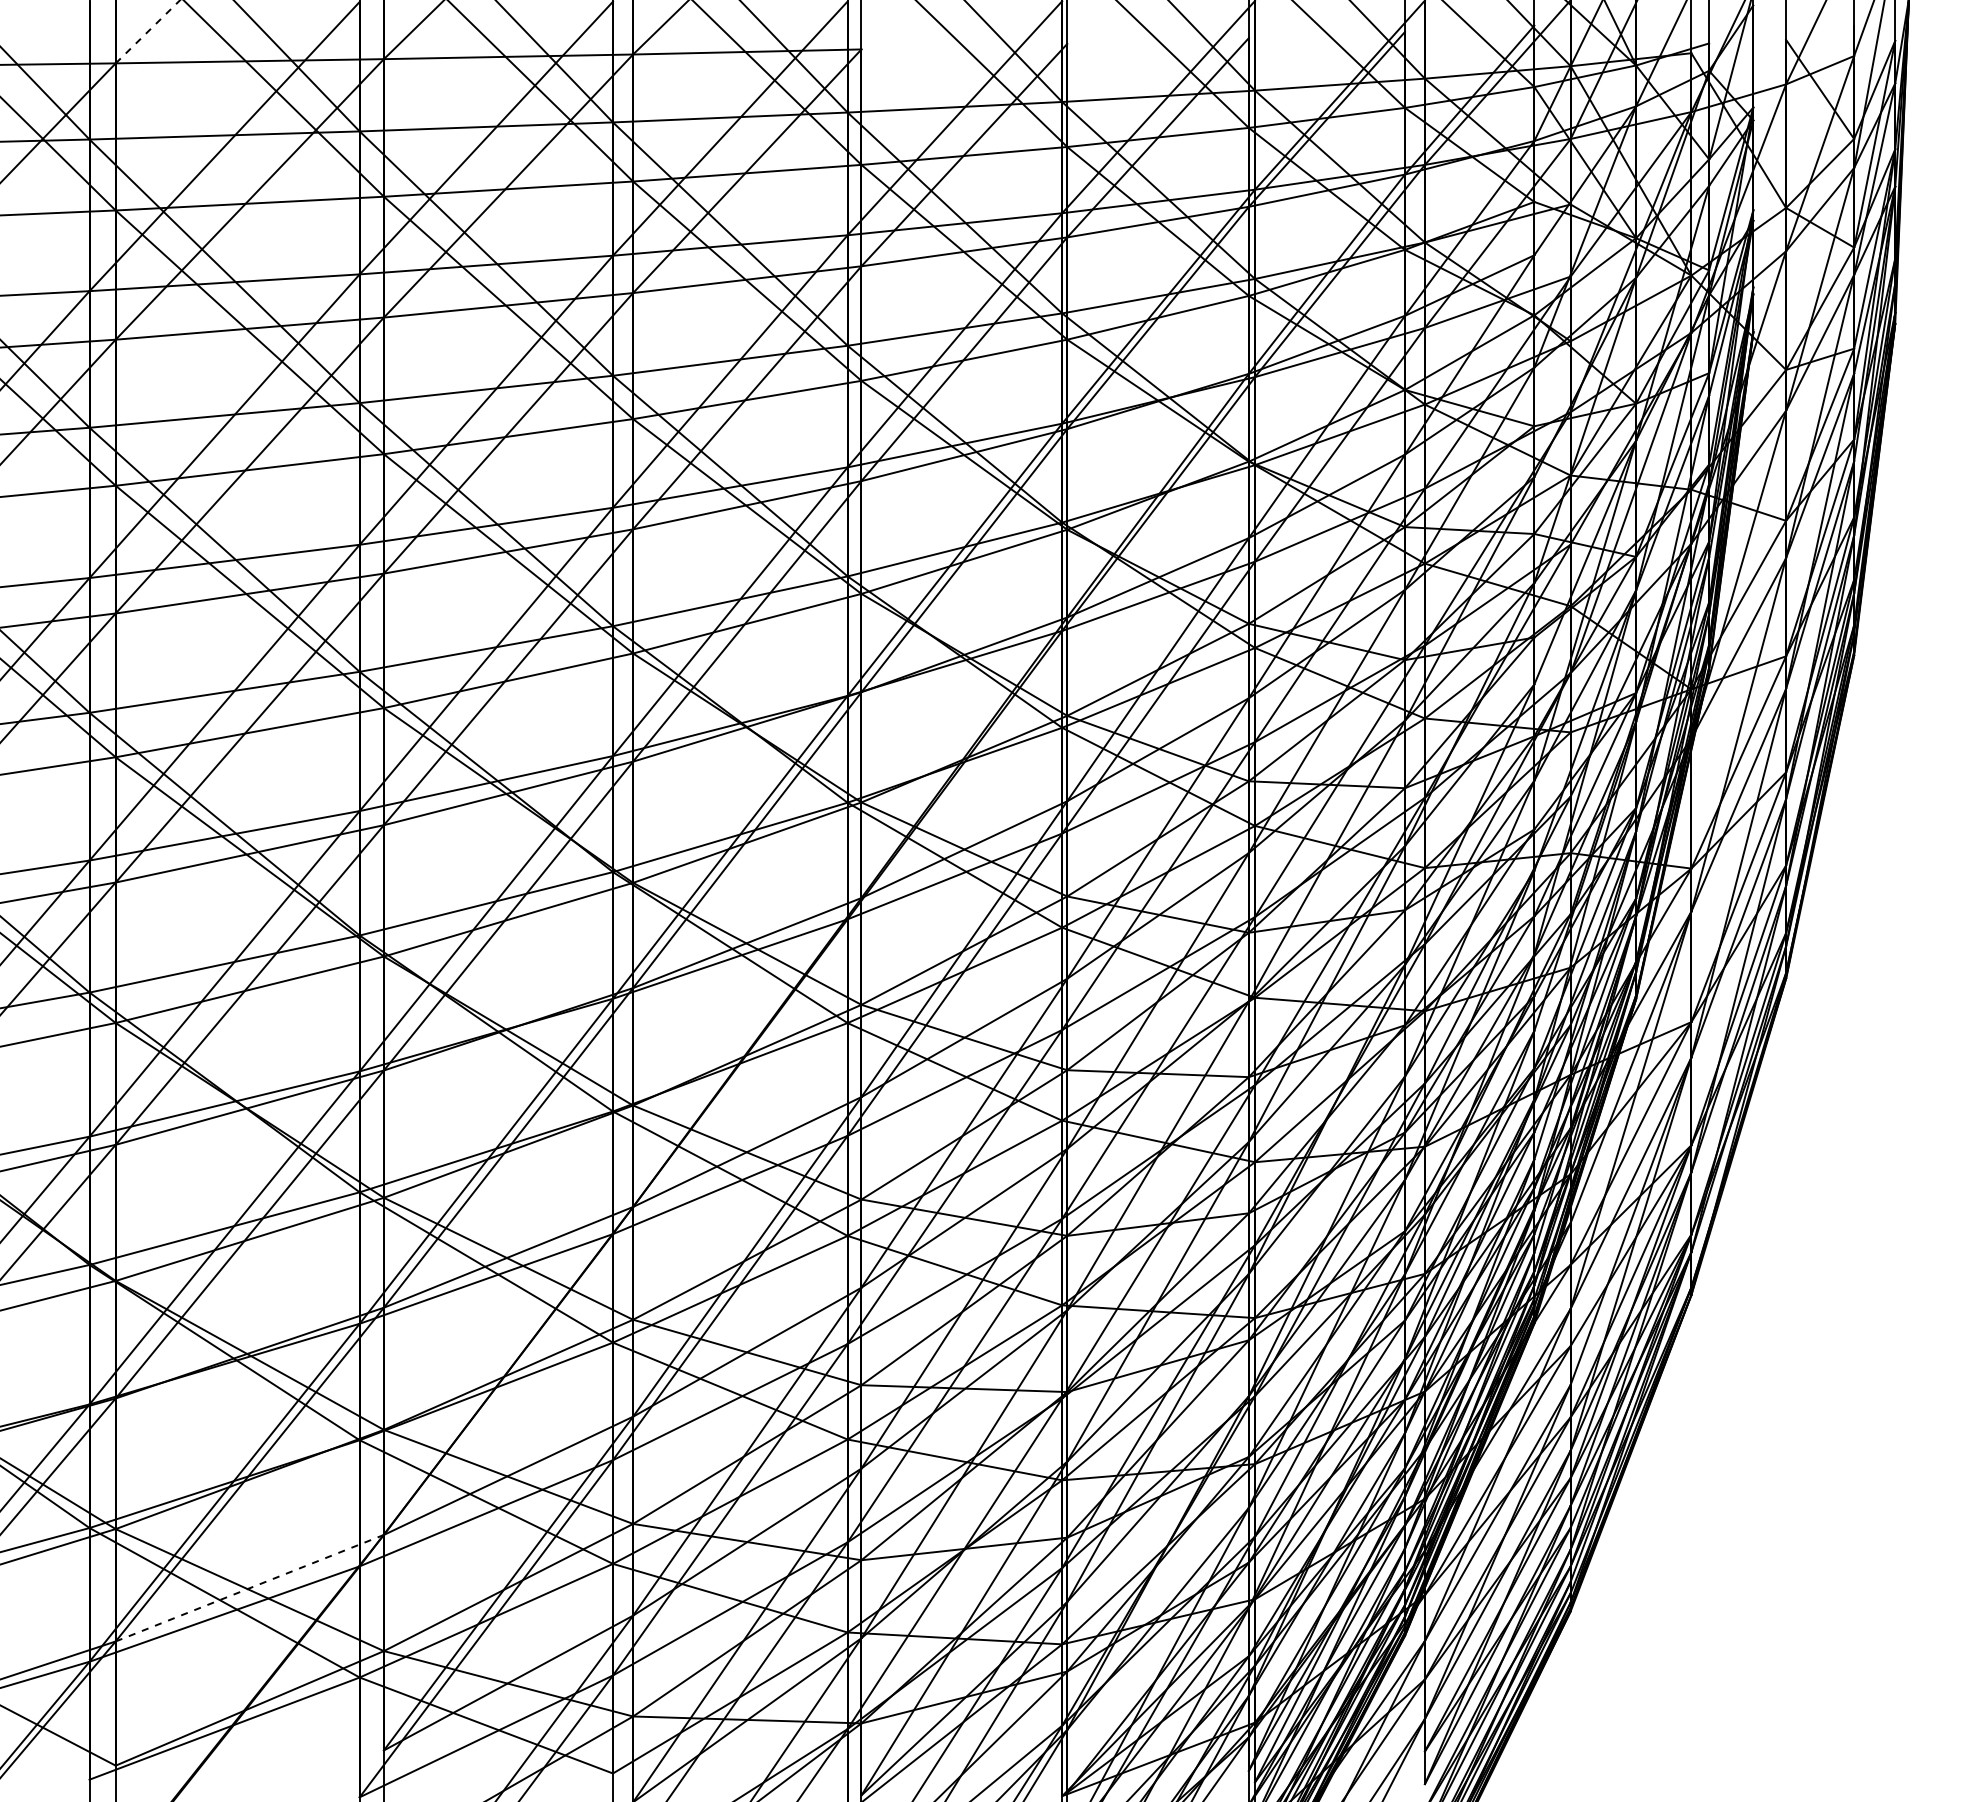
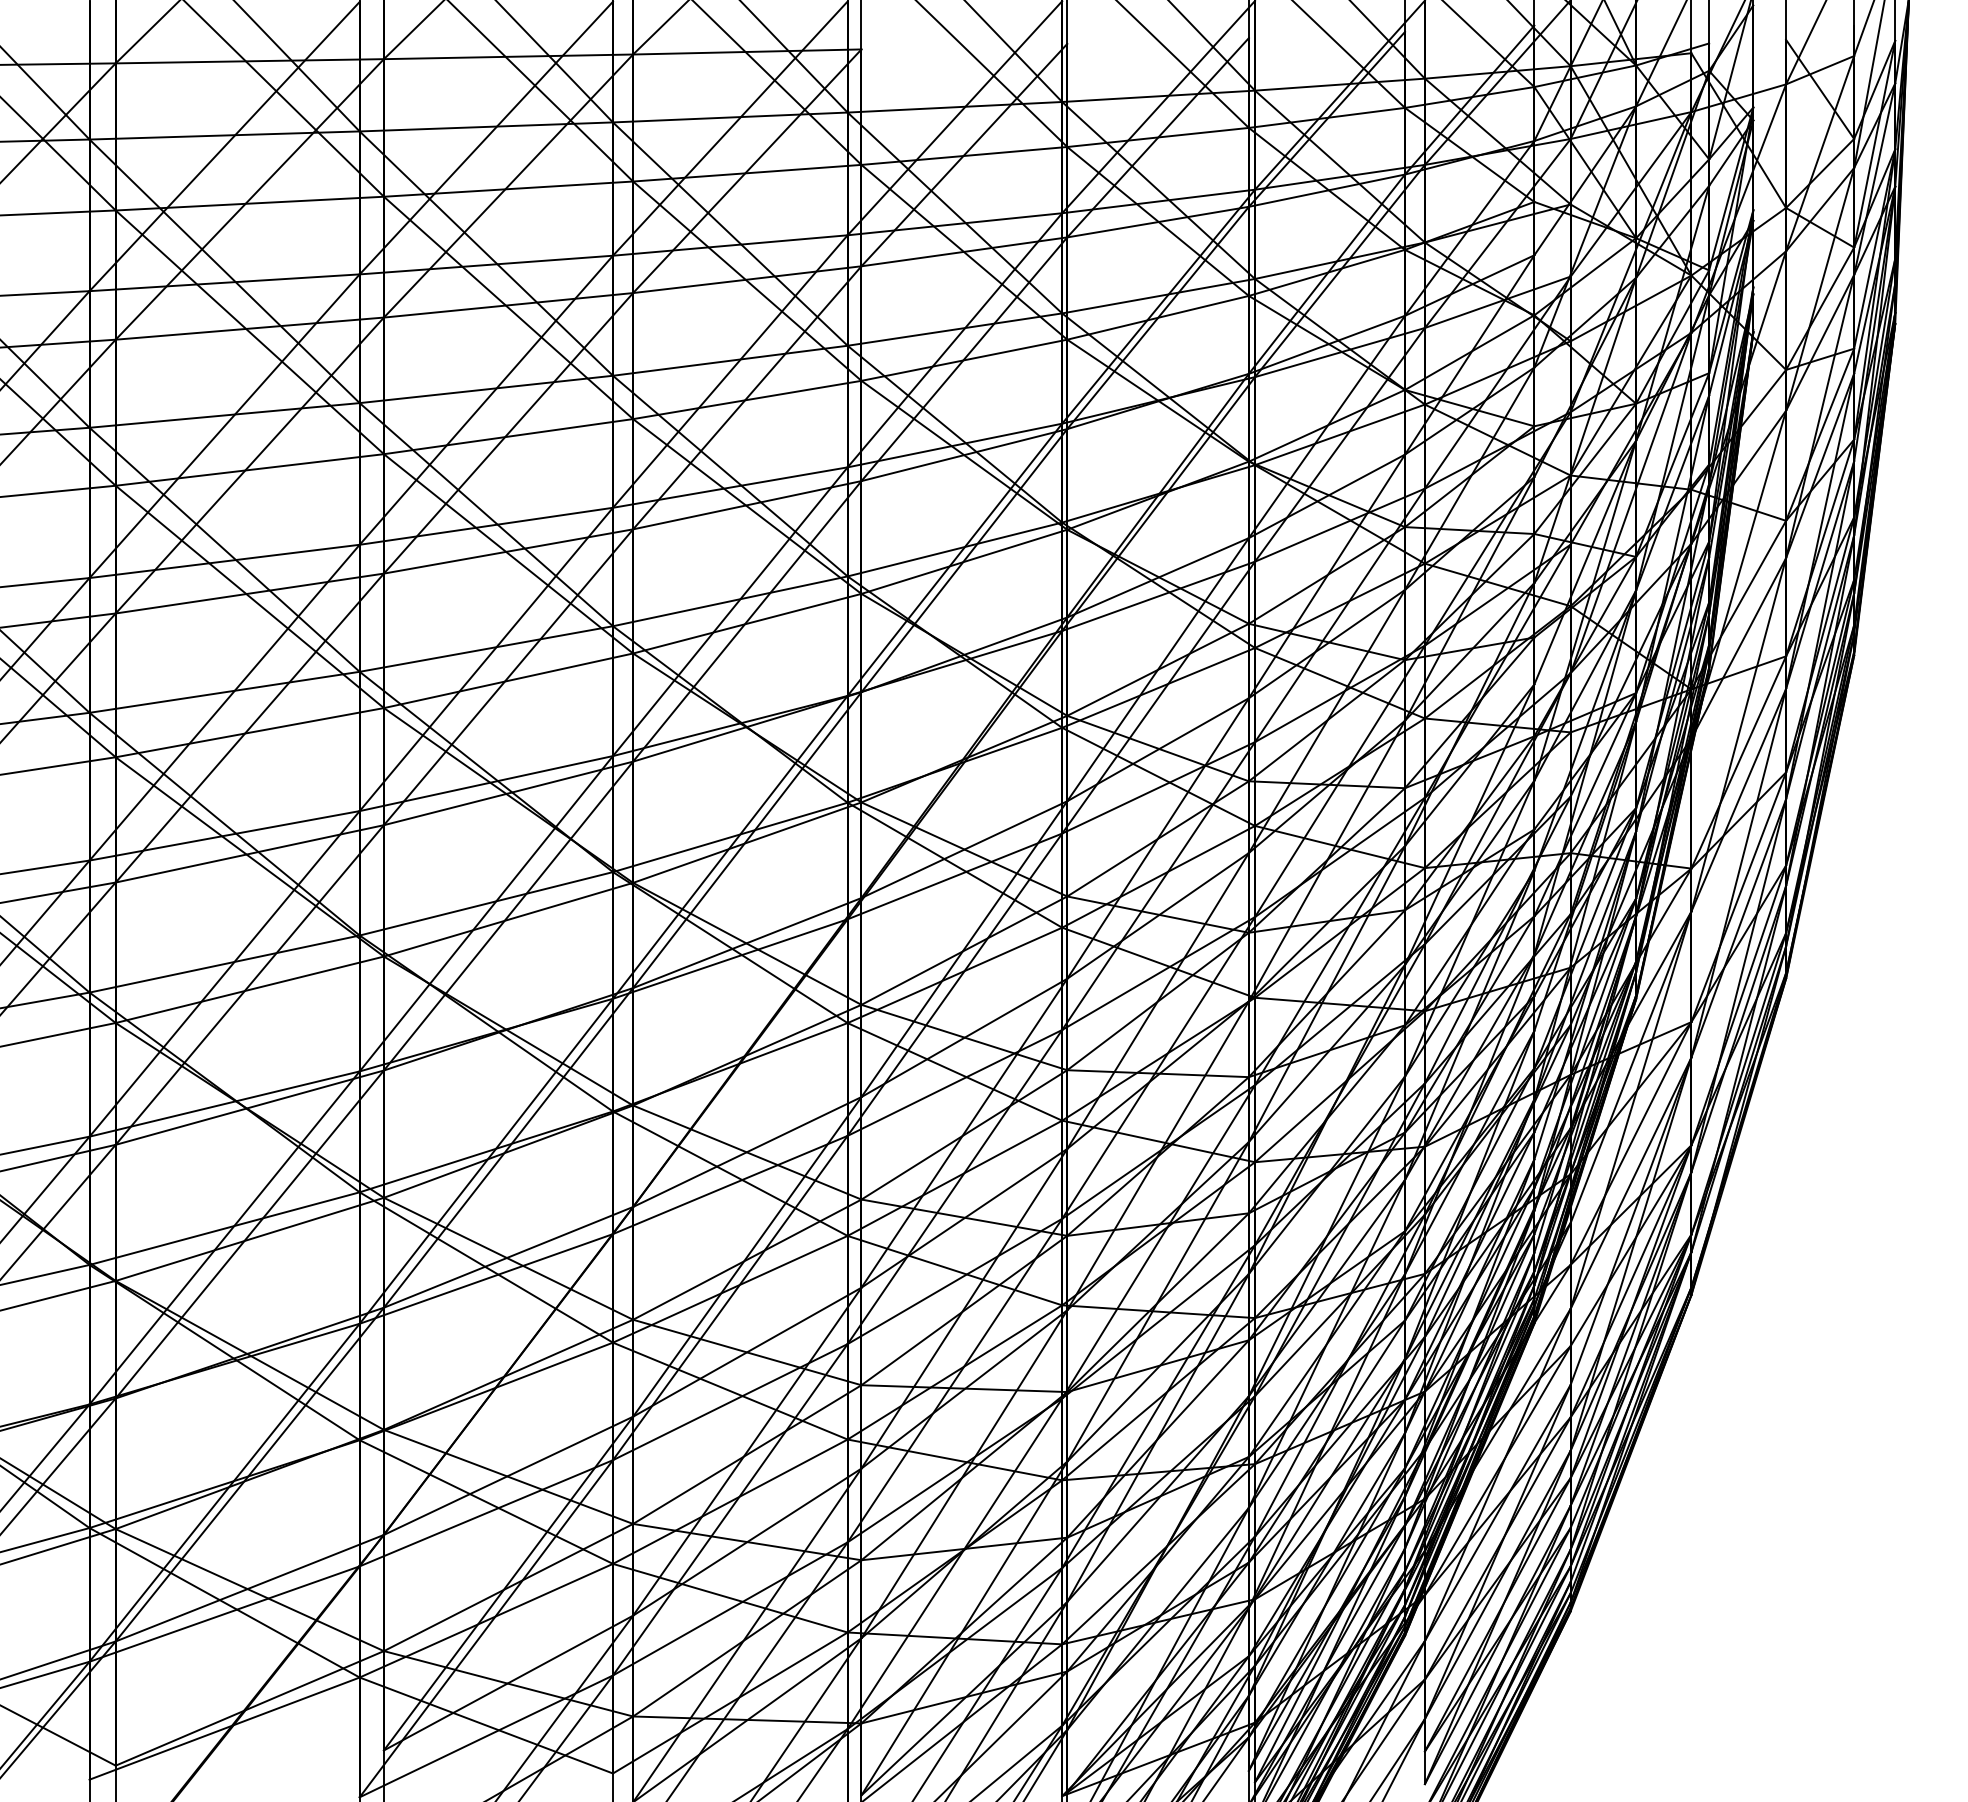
line at (147, 31): dashed -> solid
line at (250, 1588): dashed -> solid
